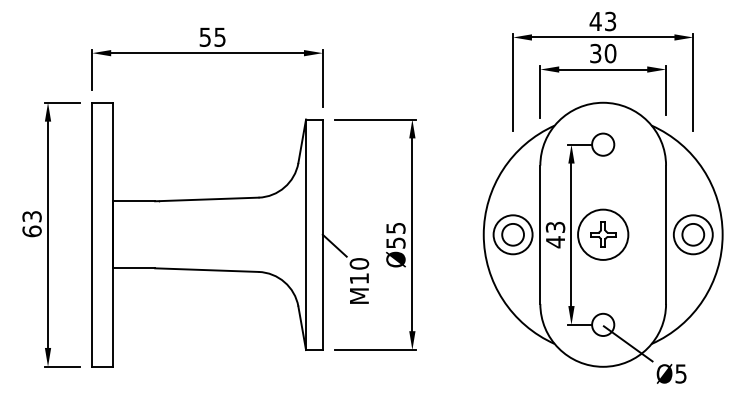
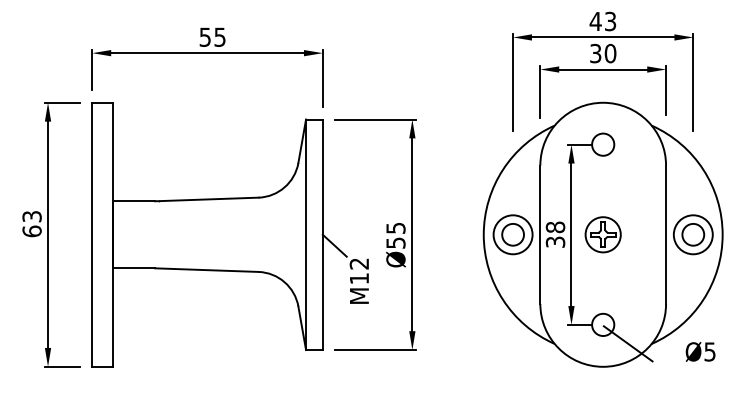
text at (555, 234): 43 -> 38
circle at (603, 234) diameter: 50 px -> 35 px
text at (359, 263): M10 -> M12
text at (671, 373) position: (671, 373) -> (700, 351)
